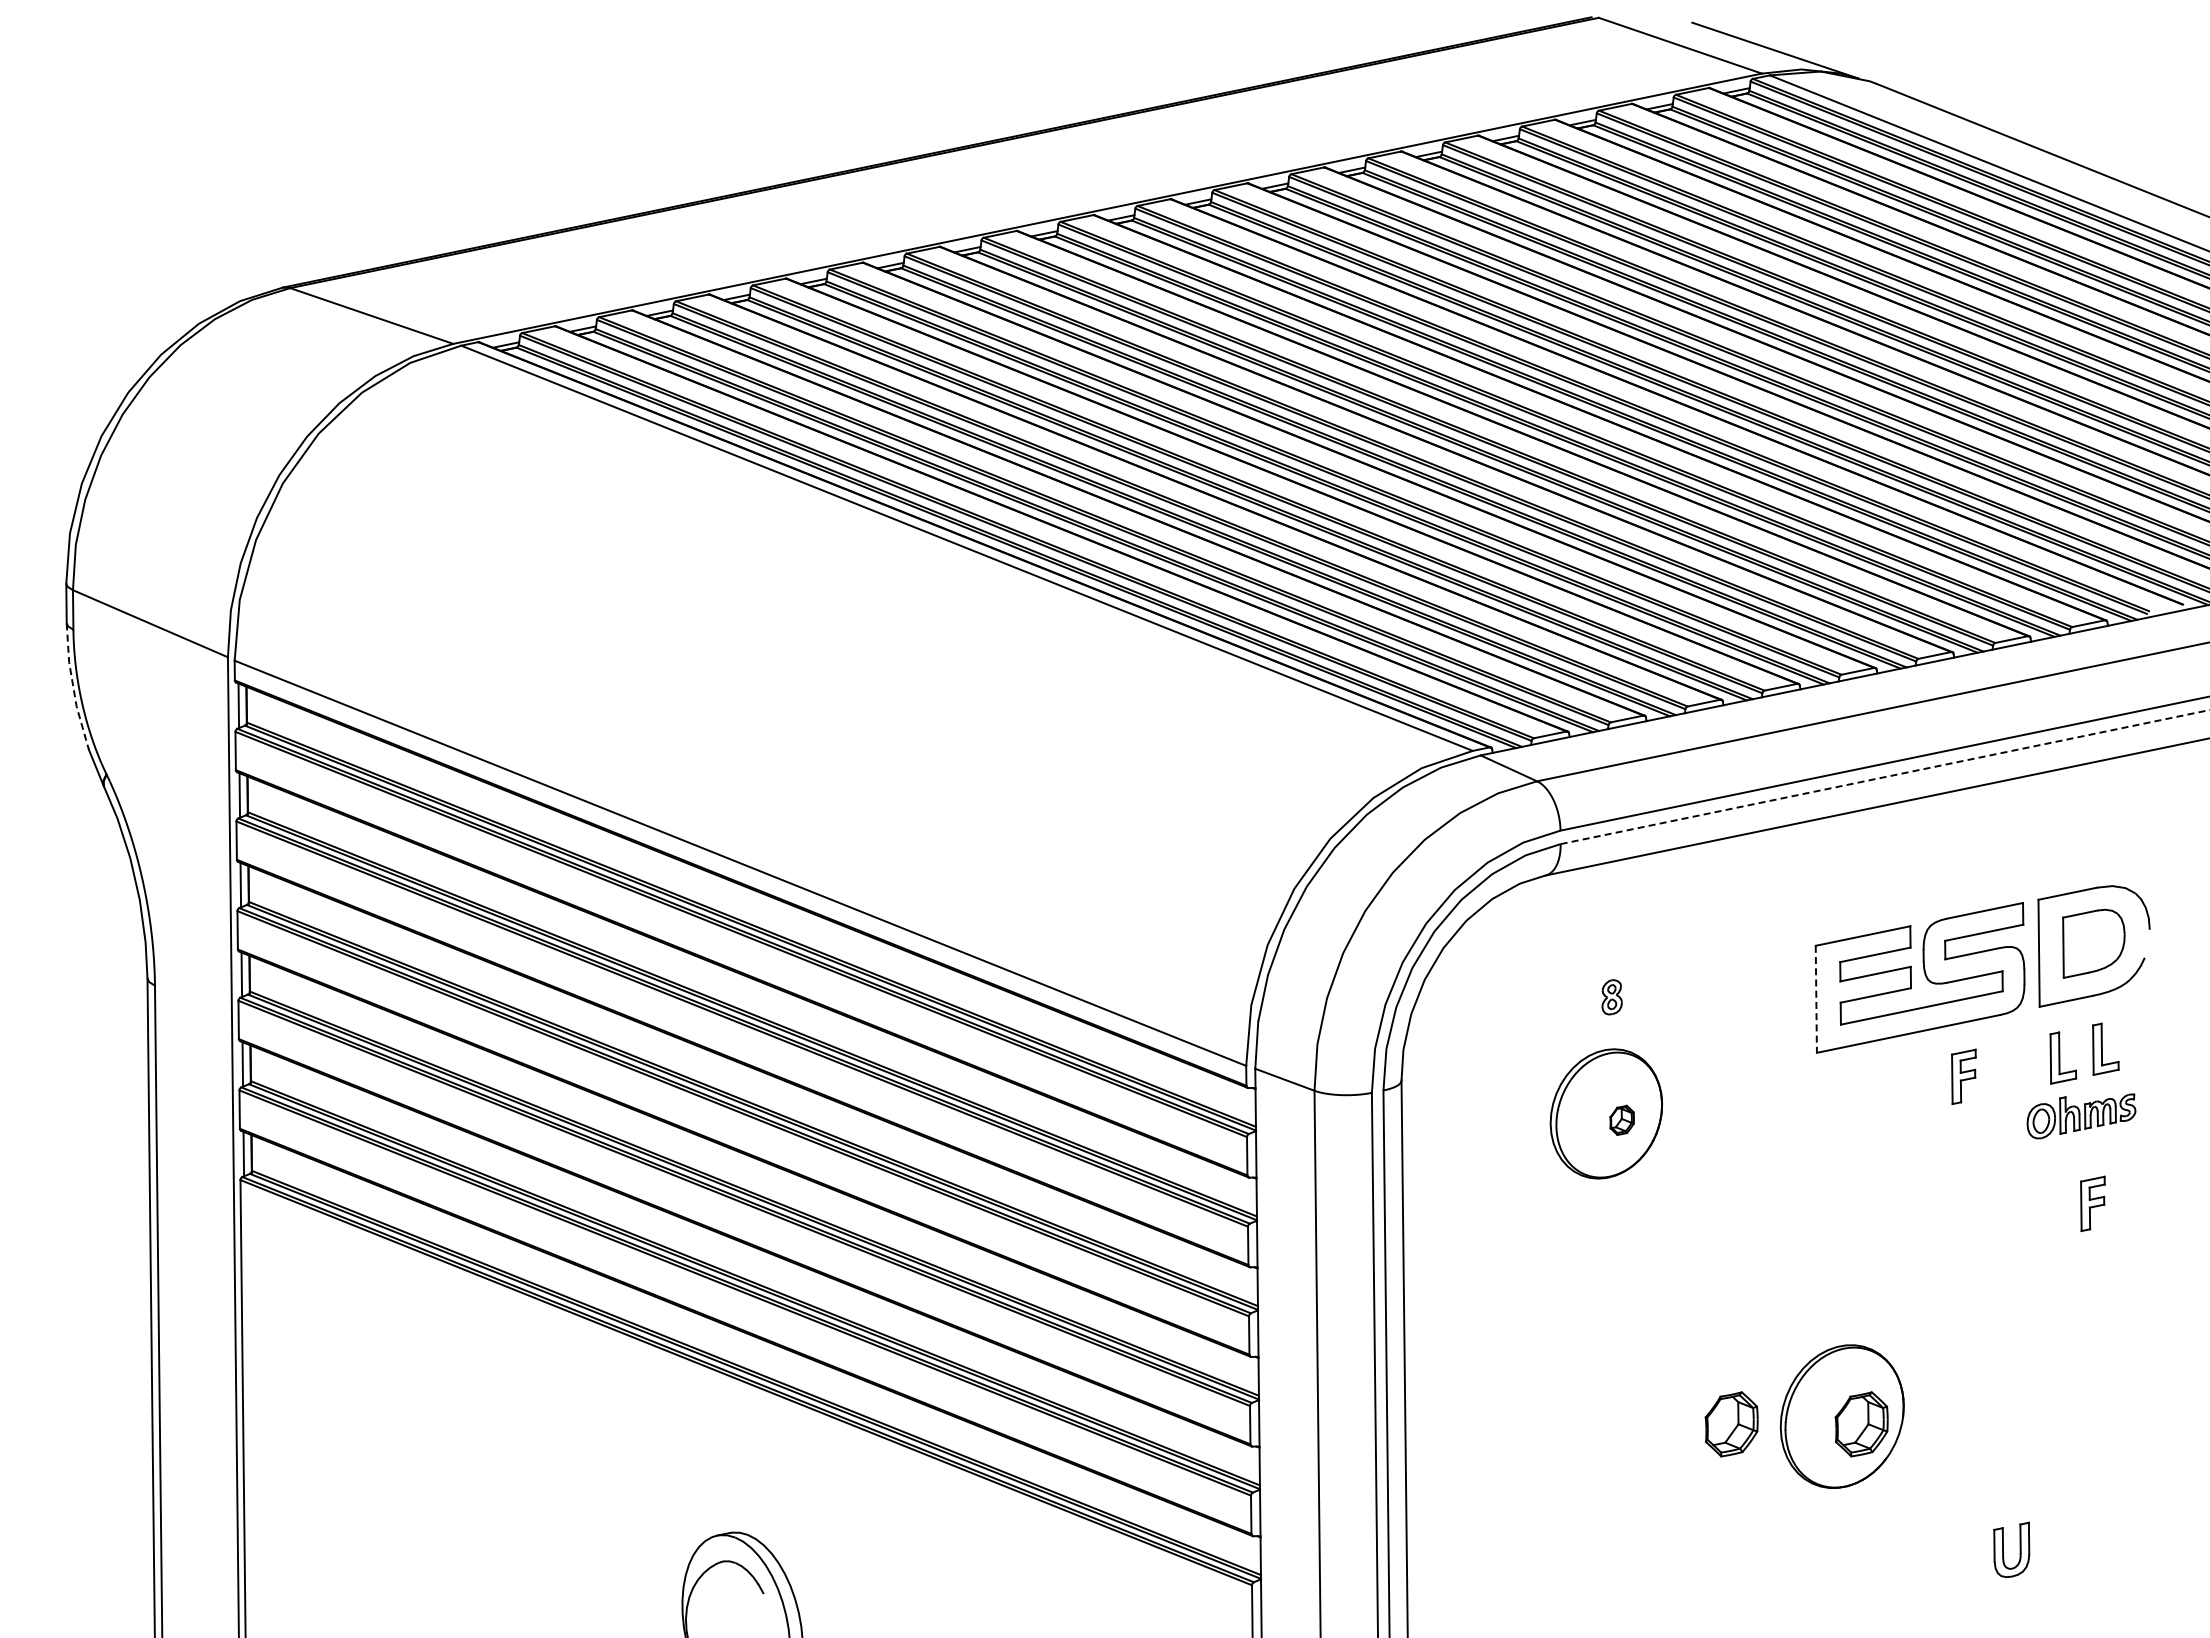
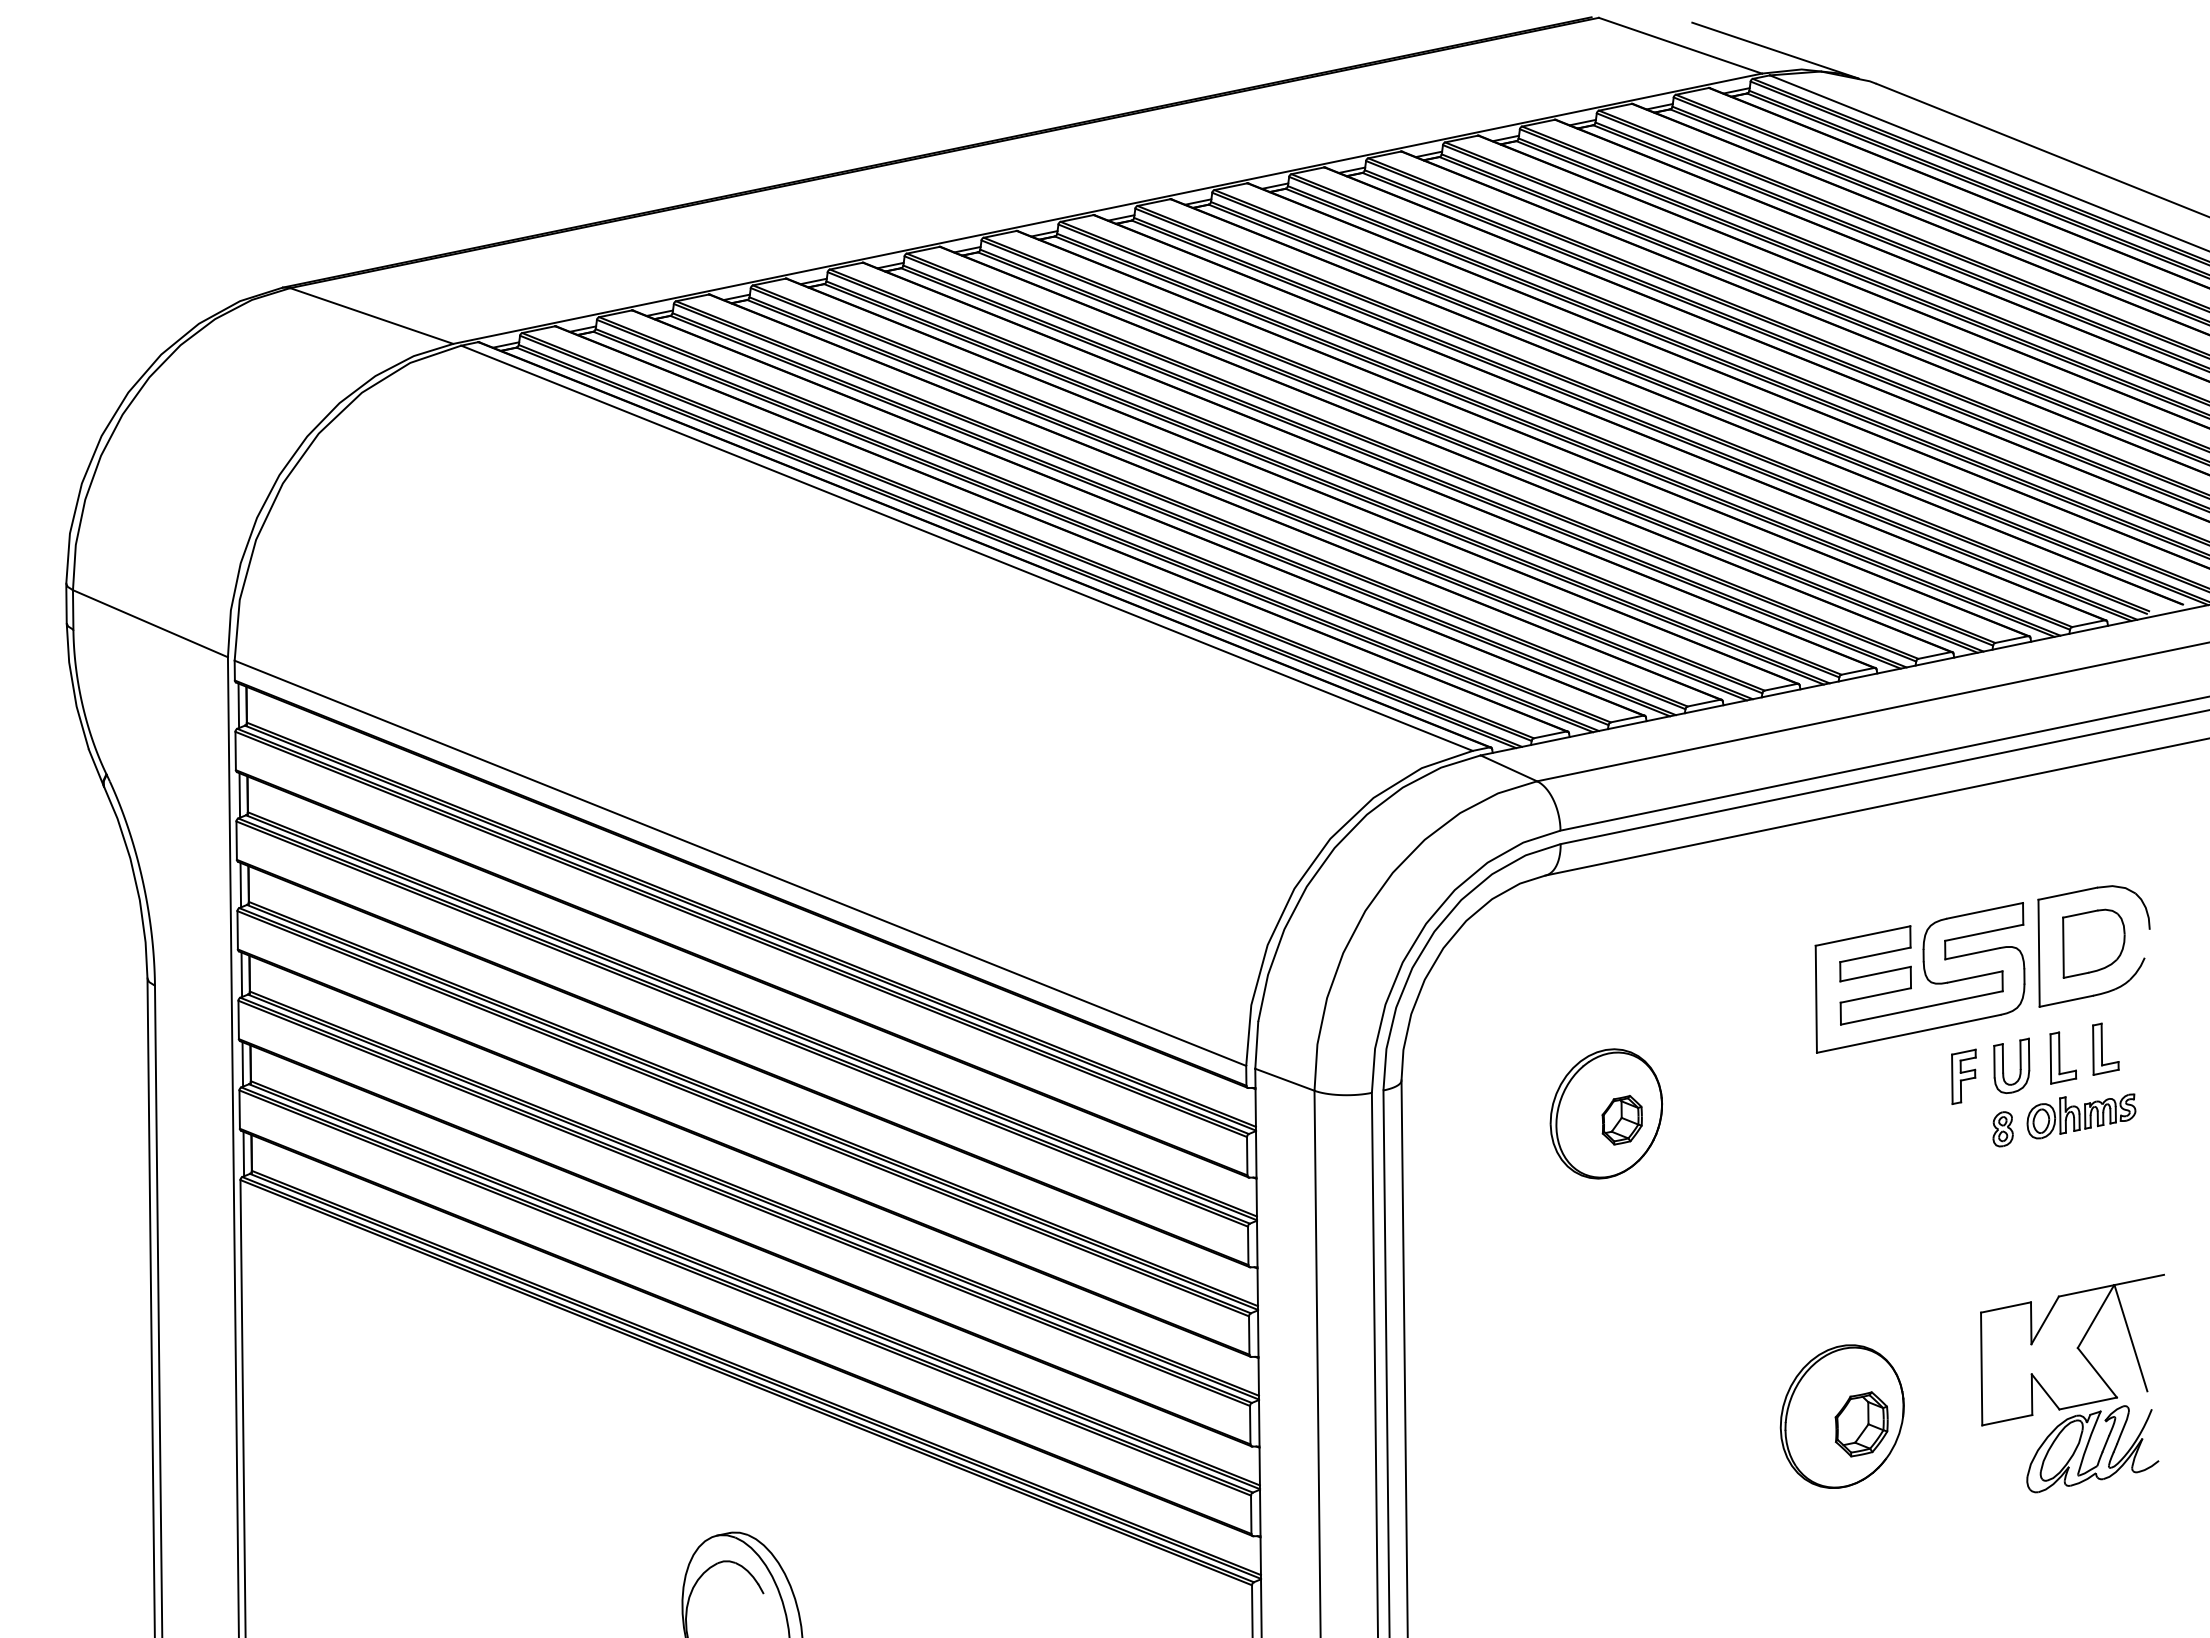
line at (73, 686): dashed -> solid
line at (1885, 777): dashed -> solid
part at (1611, 997) position: (1611, 997) -> (2002, 1129)
line at (1816, 999): dashed -> solid
part at (1621, 1119) size: 26x32 px -> 42x51 px
part at (2092, 1203): present -> none
part at (2072, 1383): none -> present
part at (1731, 1424): present -> none
part at (2003, 1549) position: (2003, 1549) -> (2003, 1065)
